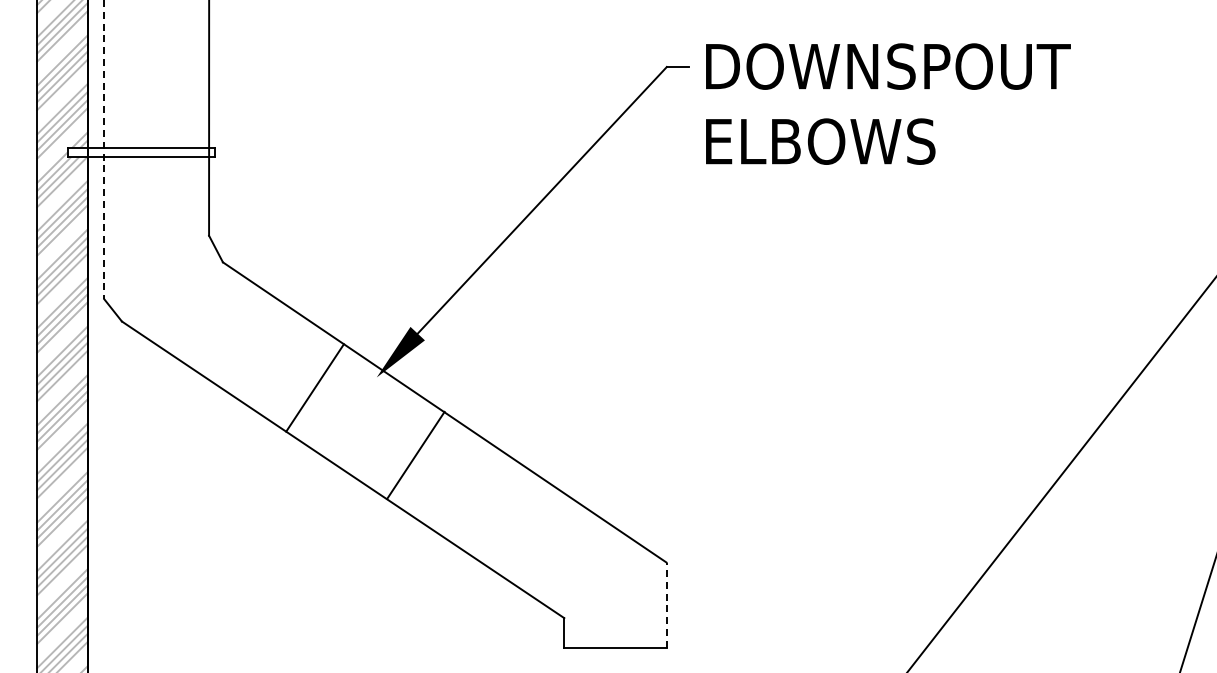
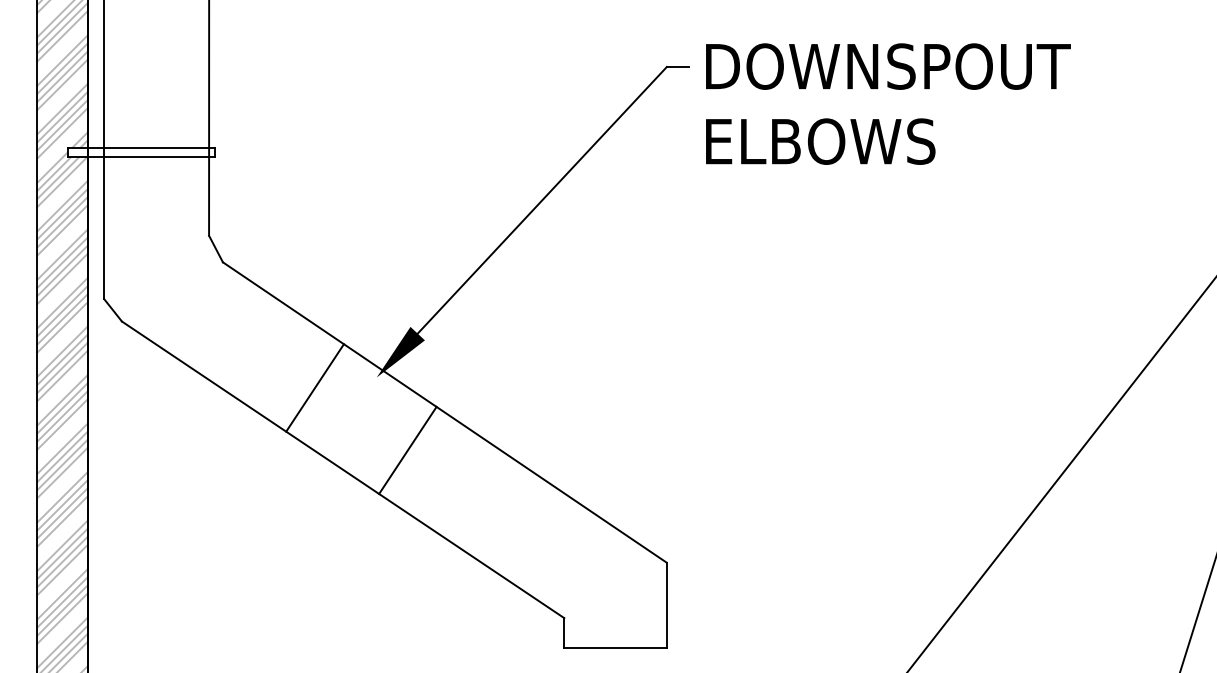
line at (104, 150): dashed -> solid
line at (415, 454) position: (415, 454) -> (407, 449)
line at (666, 605): dashed -> solid
